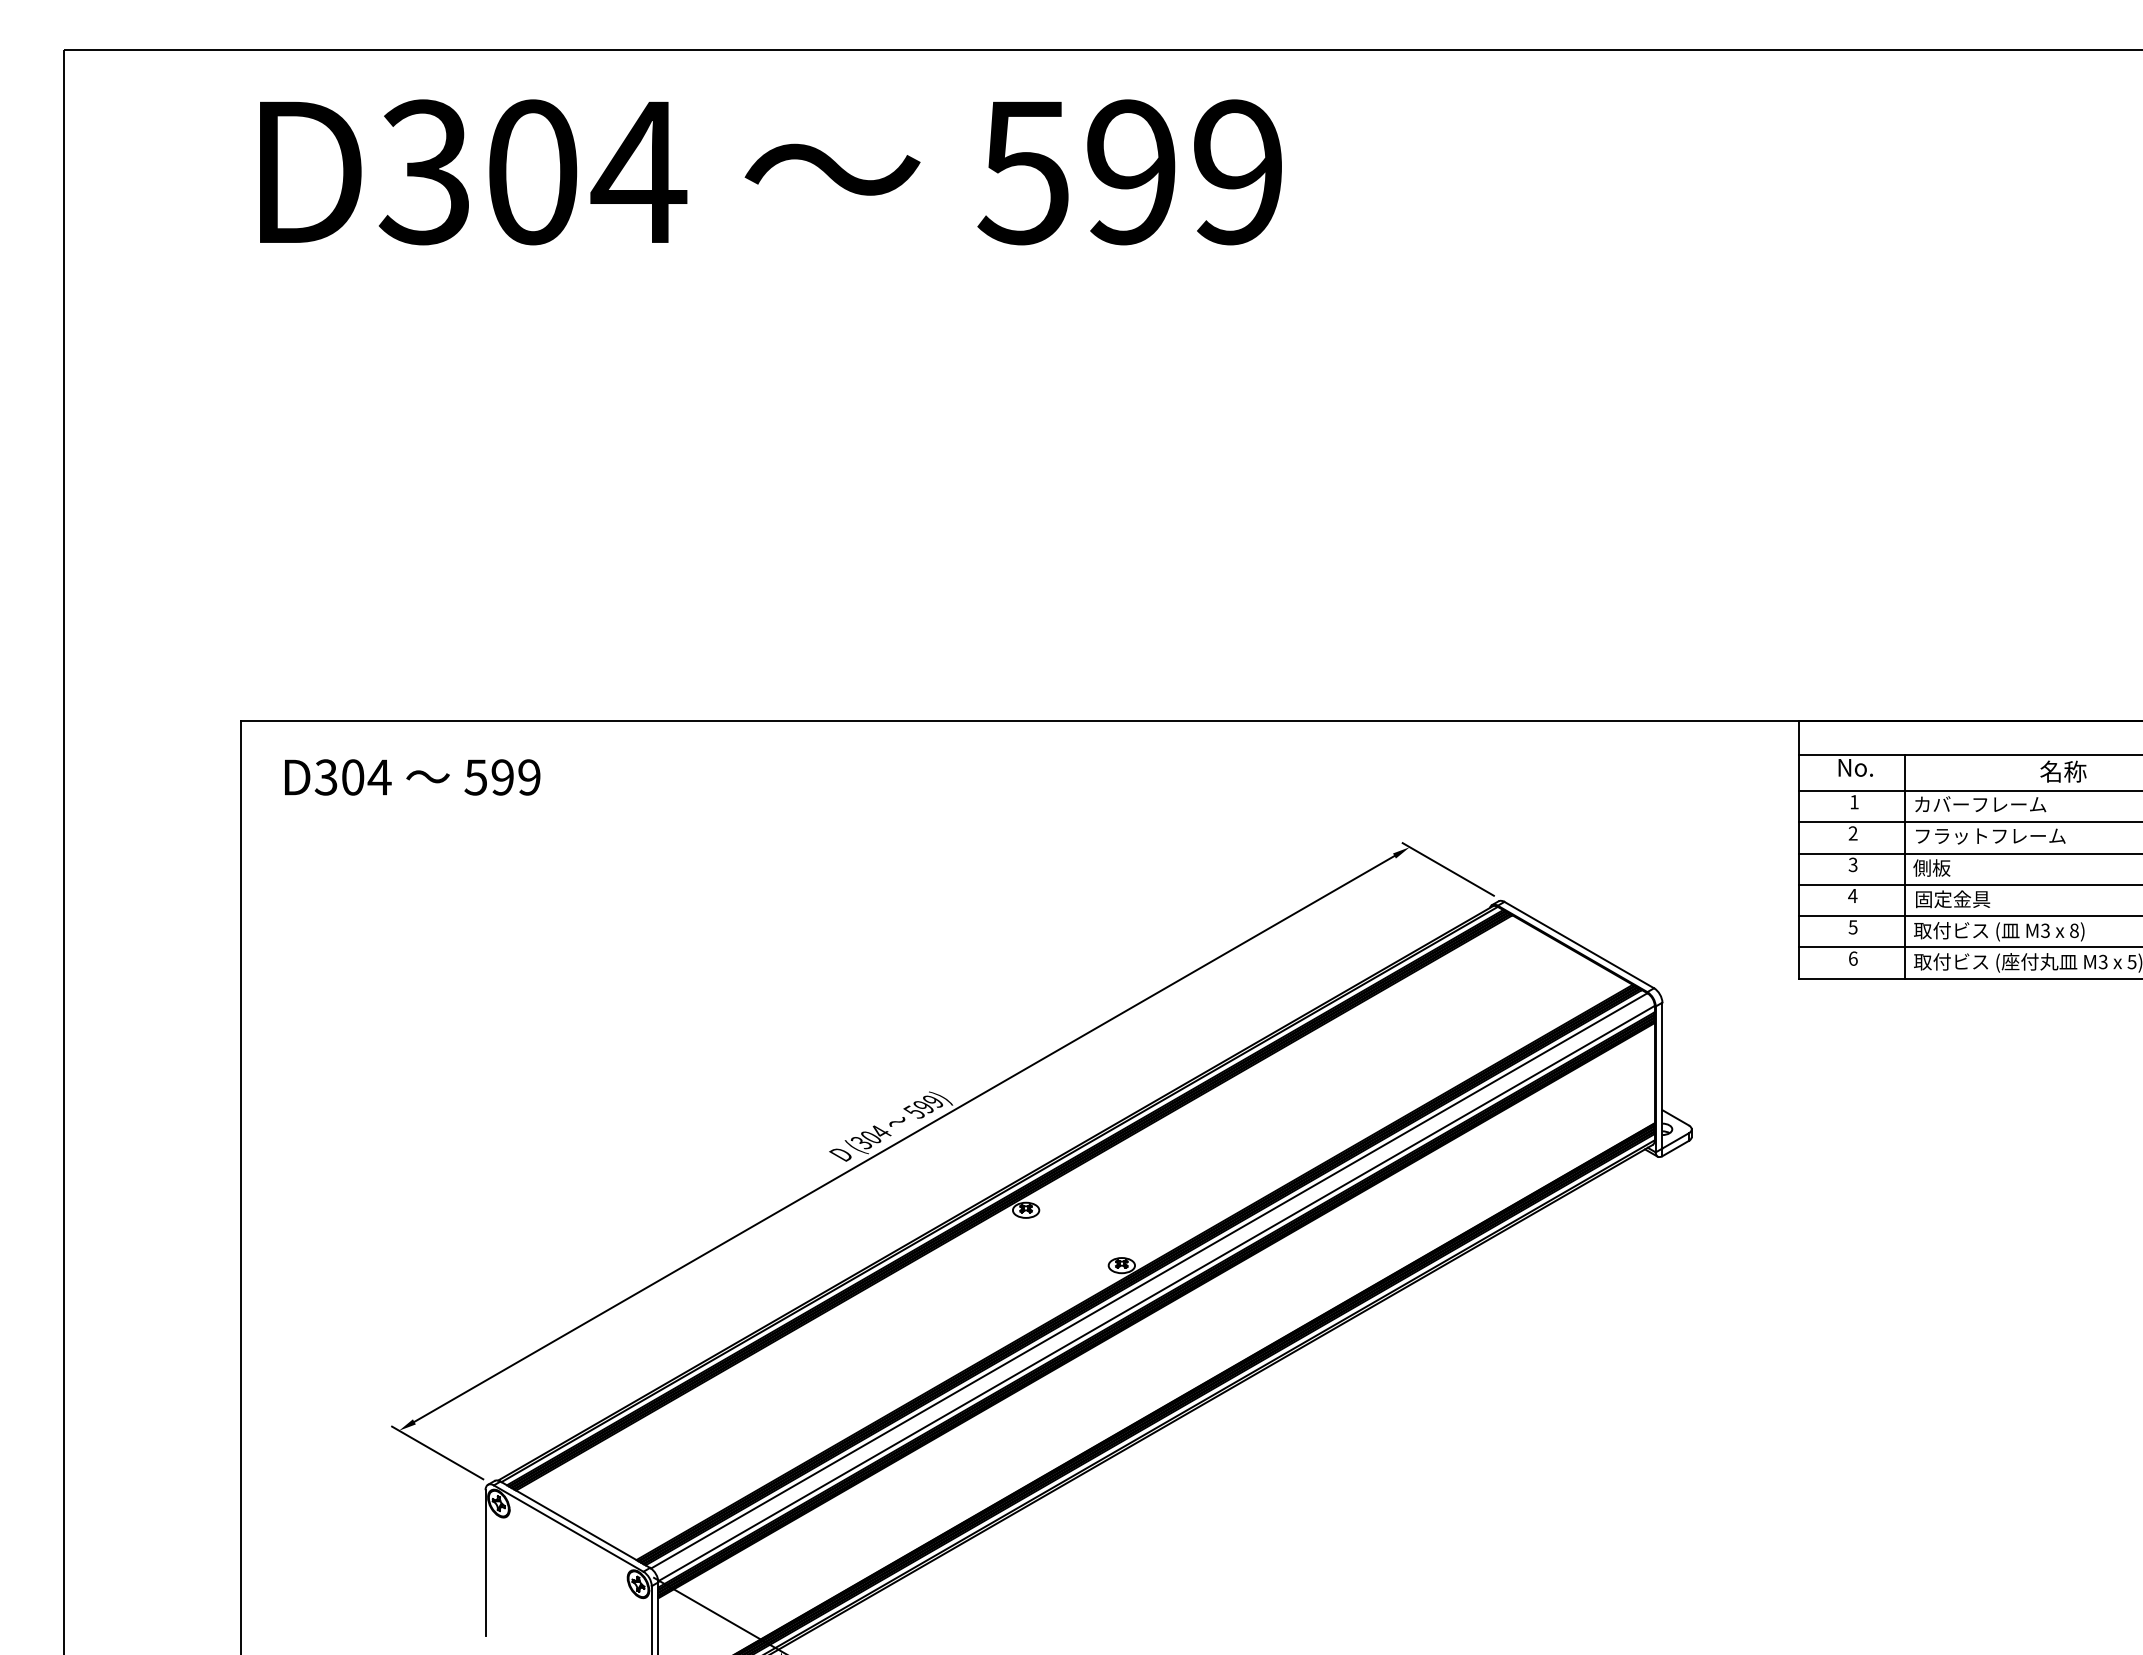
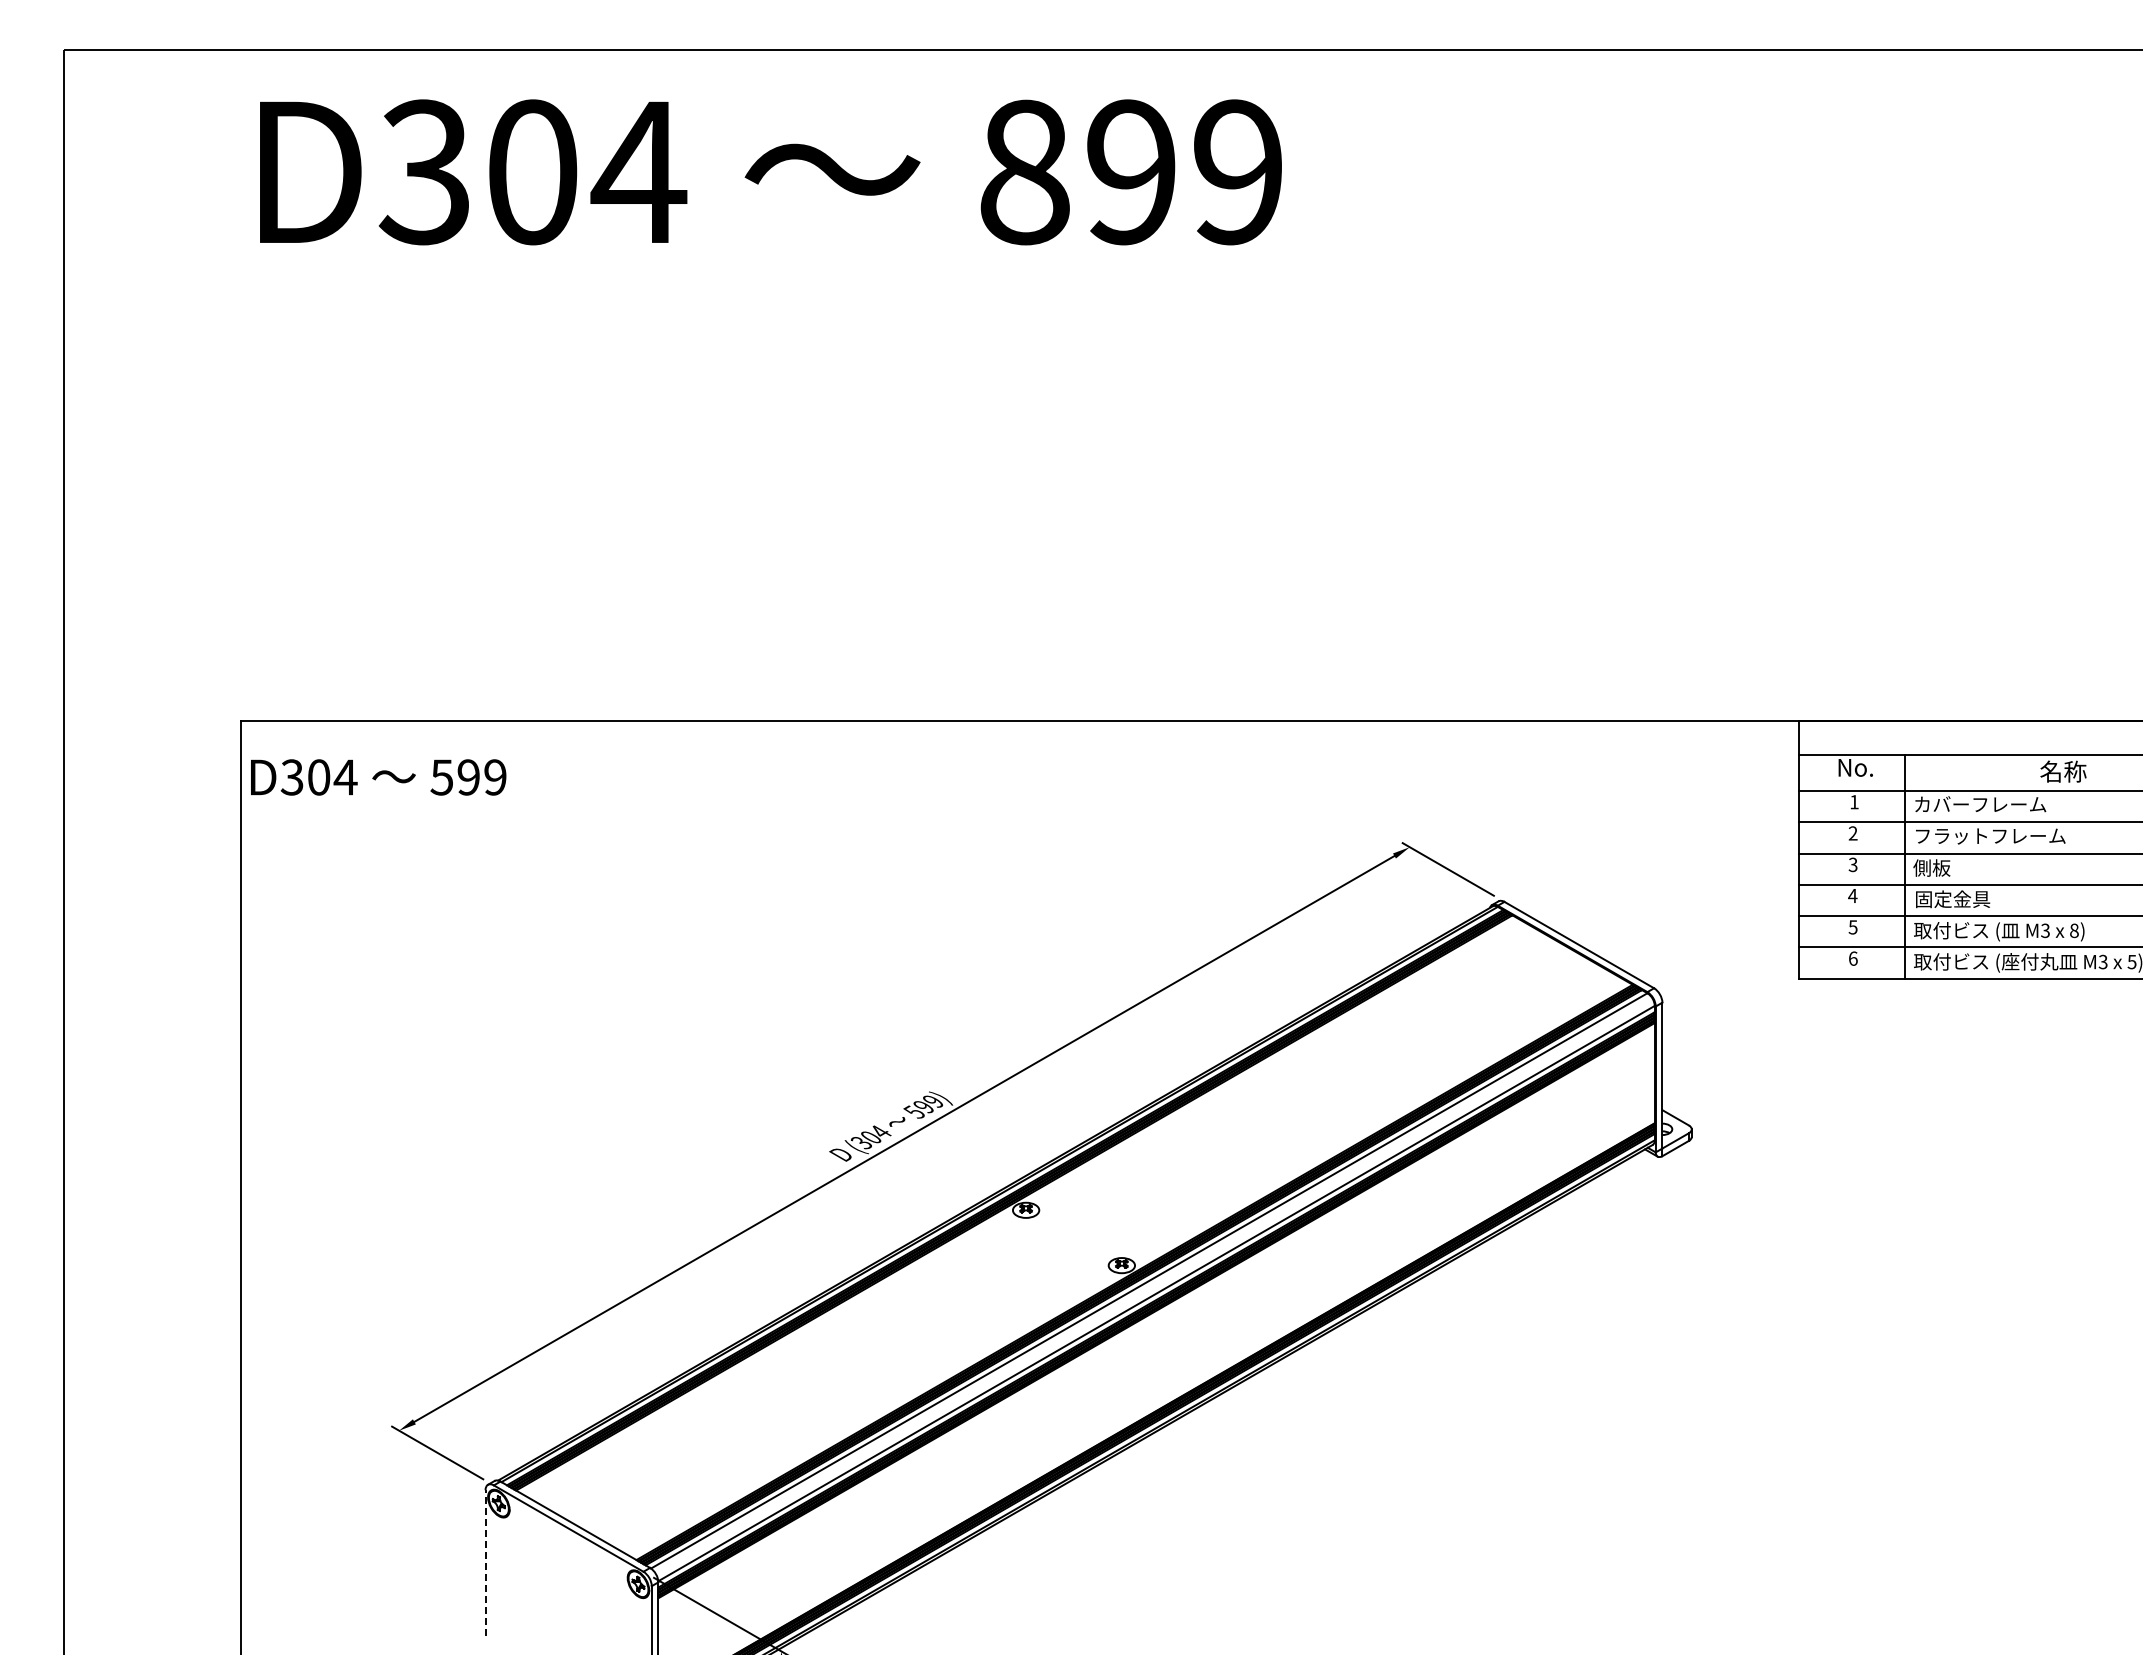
text at (1023, 172): 599 -> 899
text at (412, 777) position: (412, 777) -> (378, 777)
line at (485, 1563): solid -> dashed
